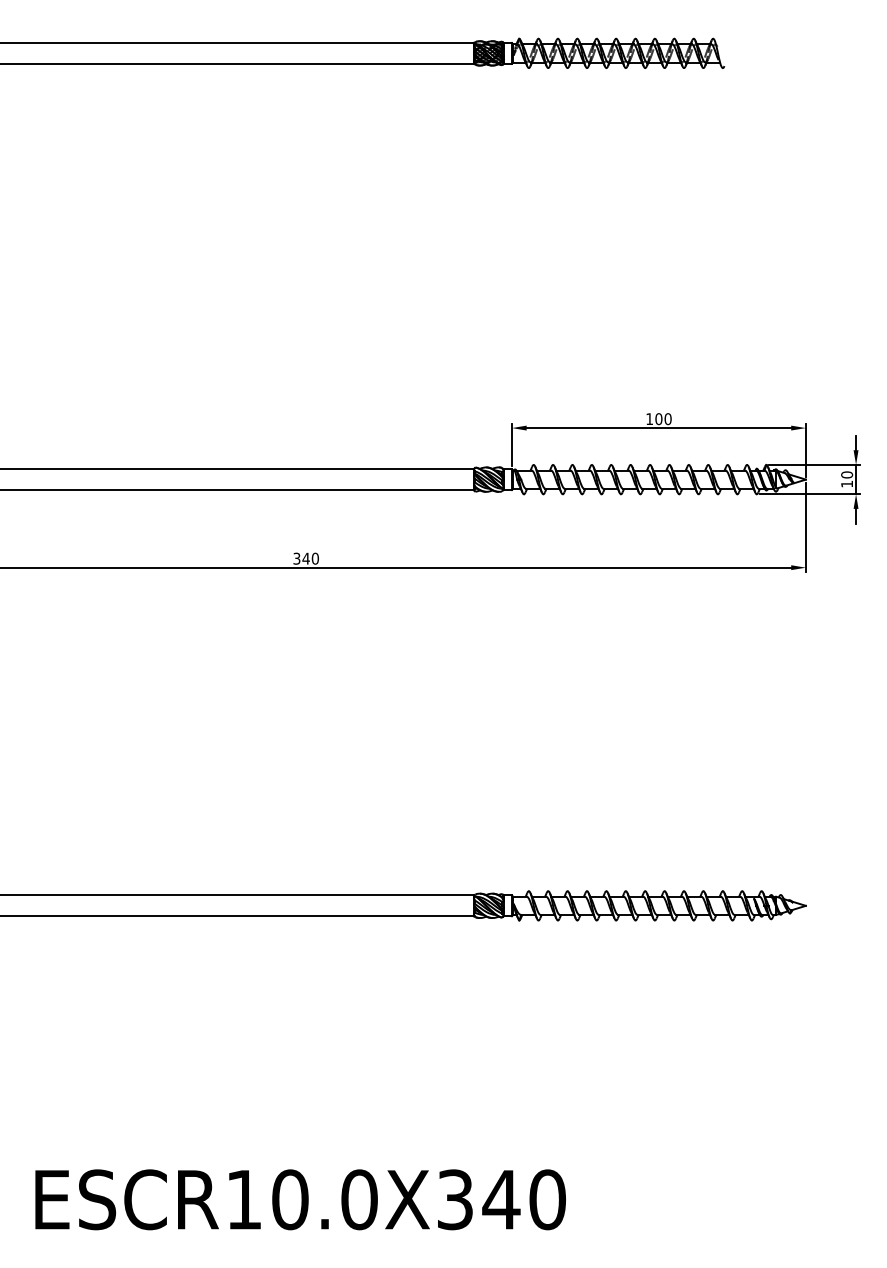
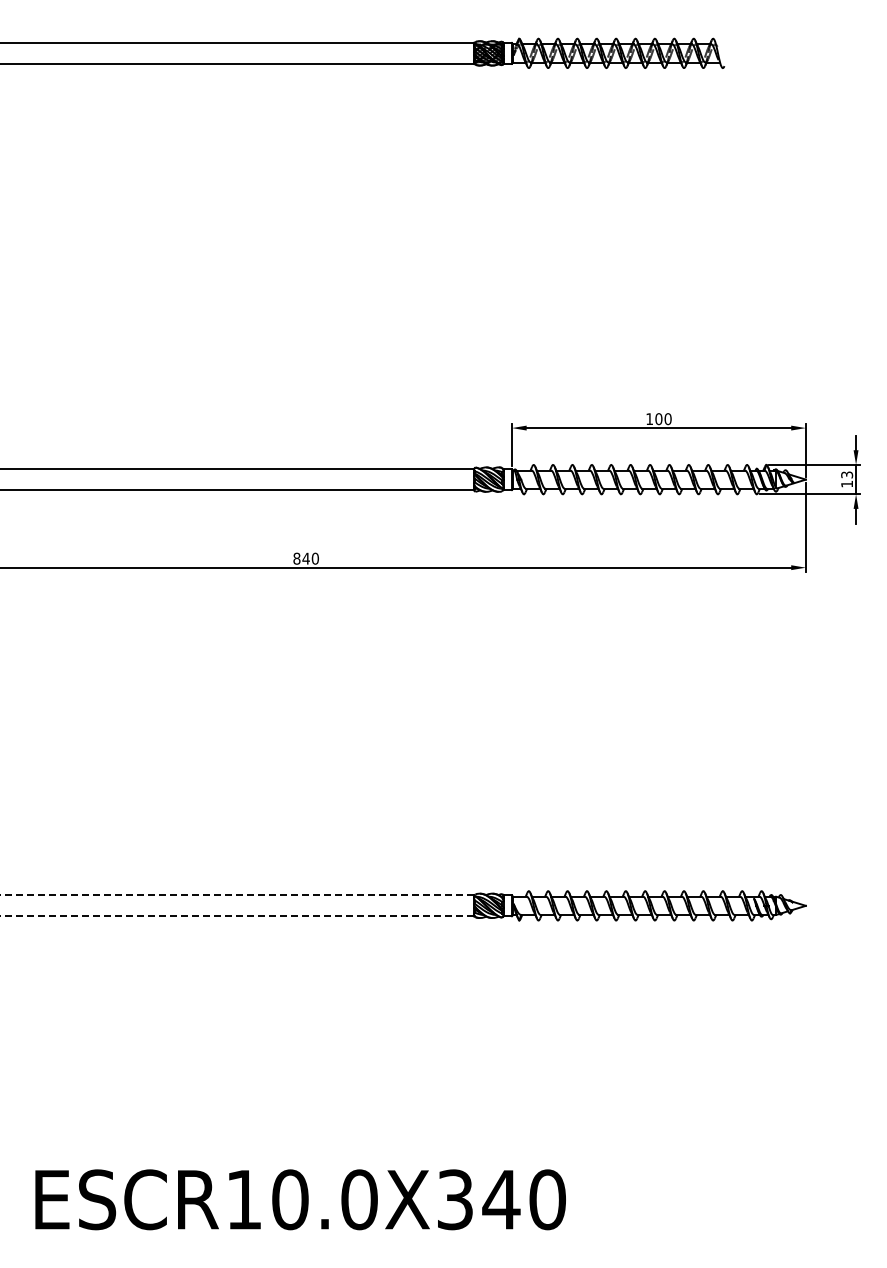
text at (847, 474): 10 -> 13
text at (296, 558): 340 -> 840
line at (237, 895): solid -> dashed
line at (237, 916): solid -> dashed
